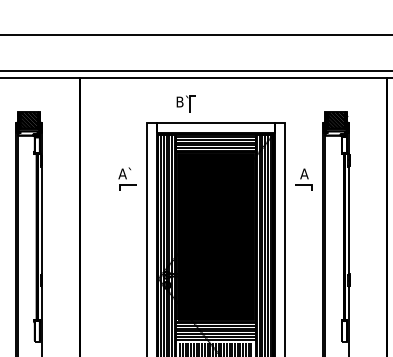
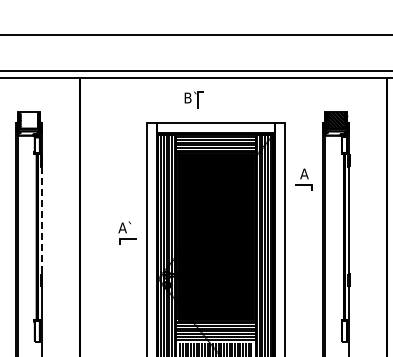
part at (185, 103) position: (185, 103) -> (193, 99)
hatch at (28, 120): present -> none
part at (127, 178) position: (127, 178) -> (127, 232)
line at (42, 220): solid -> dashed
